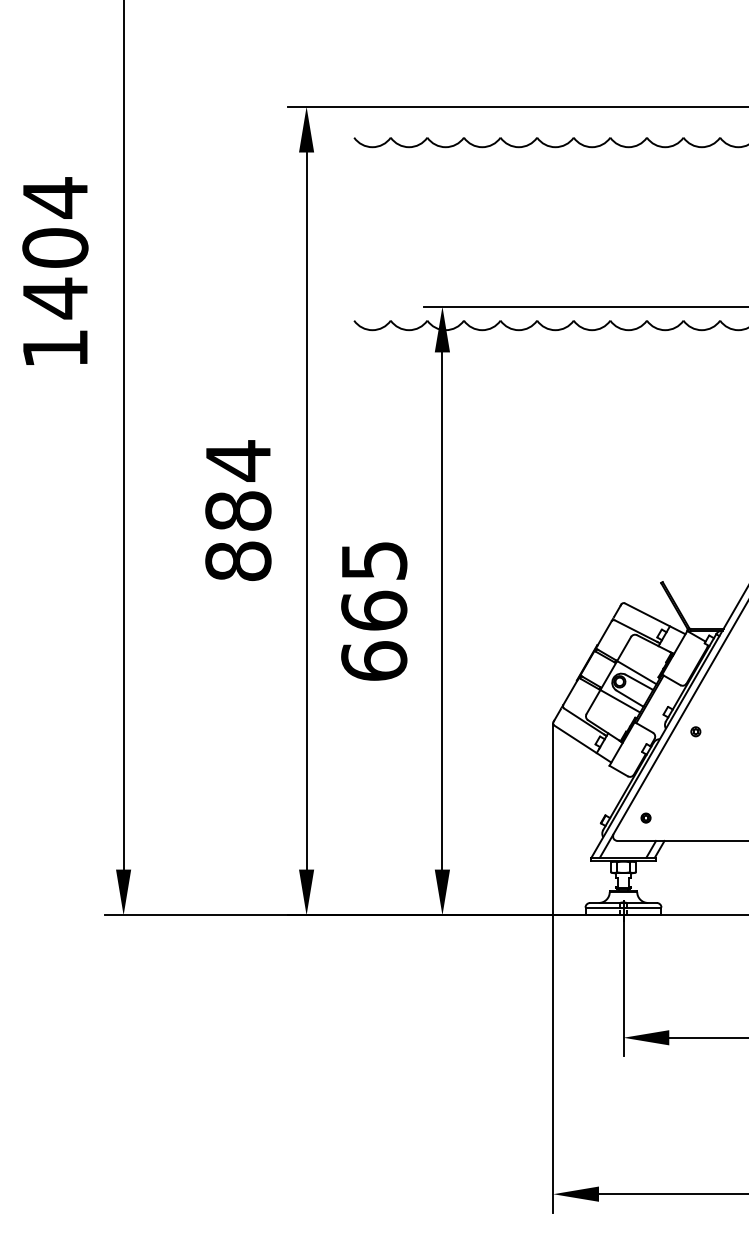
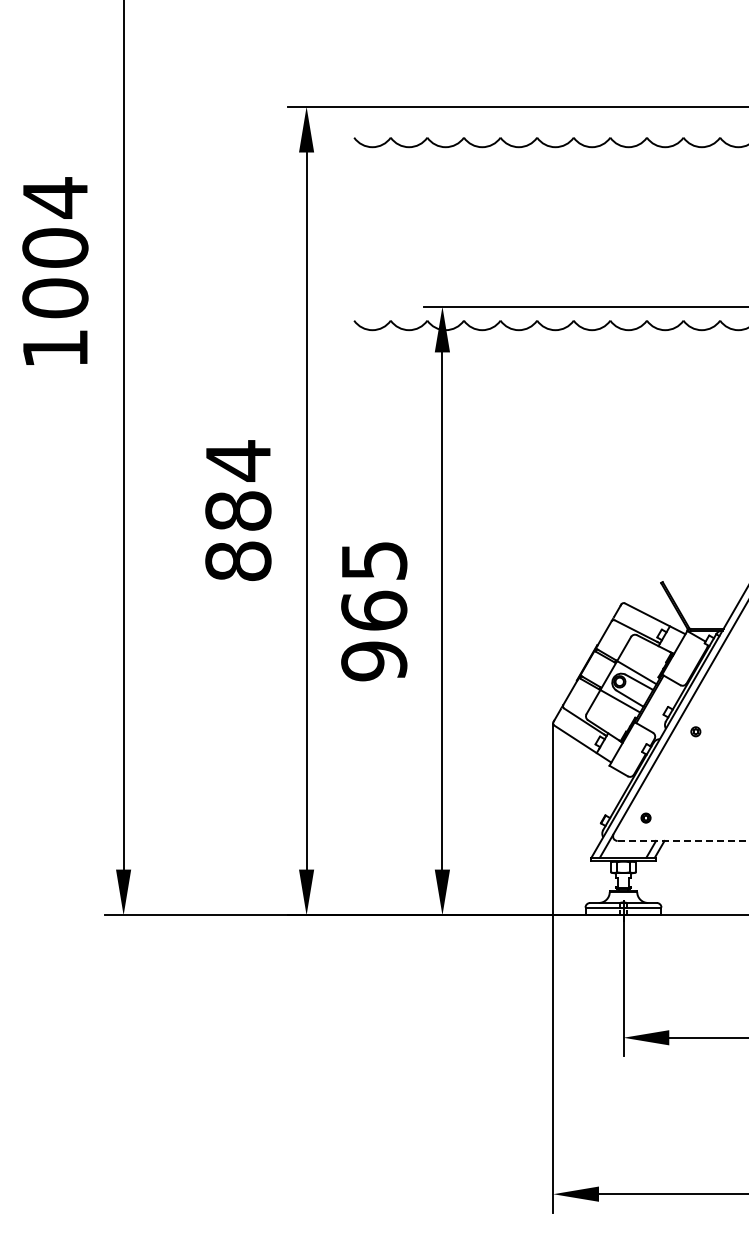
text at (55, 298): 1404 -> 1004
text at (374, 661): 665 -> 965
line at (682, 840): solid -> dashed
